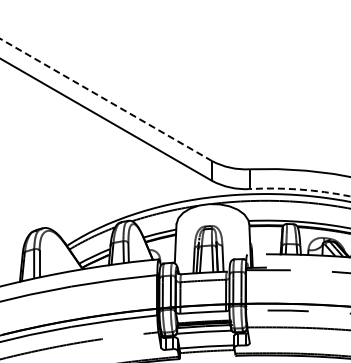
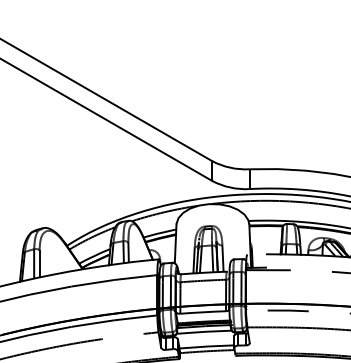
line at (105, 99): dashed -> solid
arc at (299, 189): dashed -> solid
